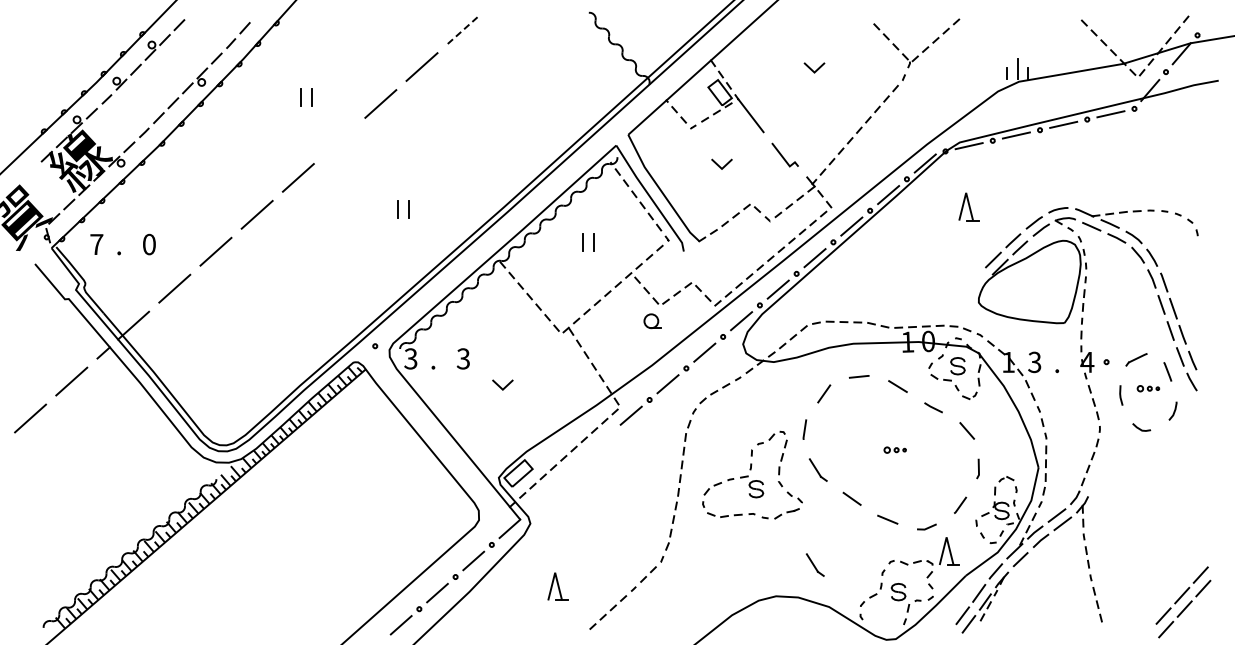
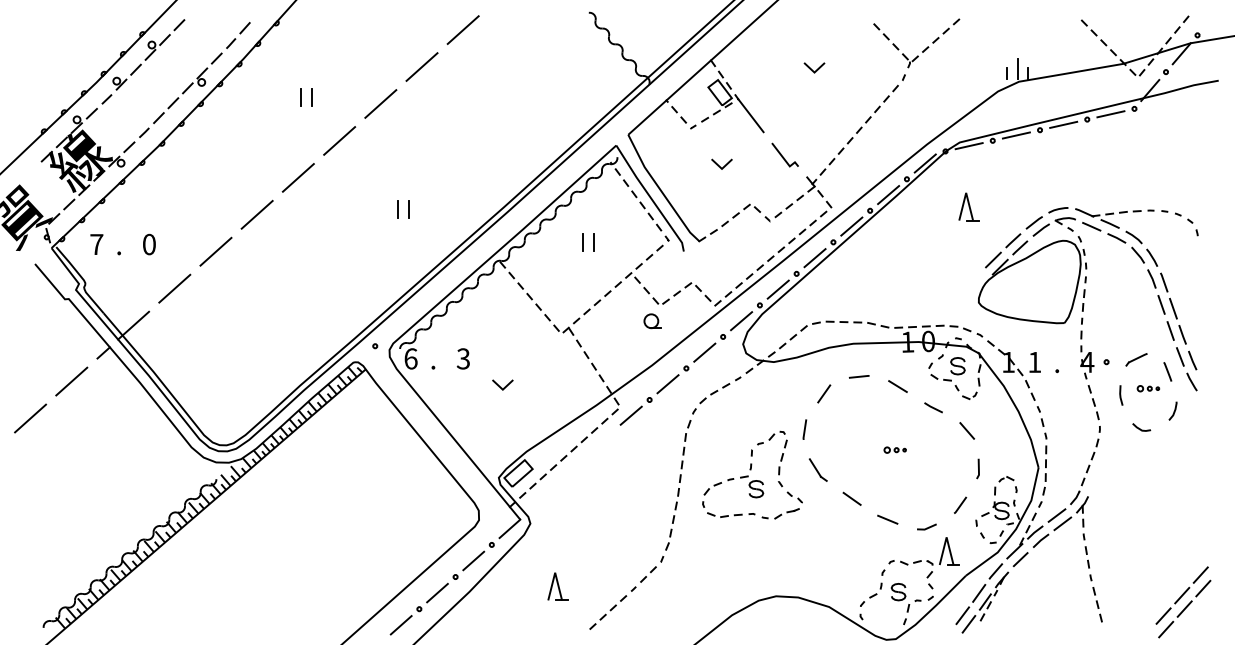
line at (463, 30): dashed -> solid
line at (339, 140): none -> present
text at (410, 358): 3 -> 6
text at (1034, 362): 3 -> 1
part at (814, 564): present -> none
